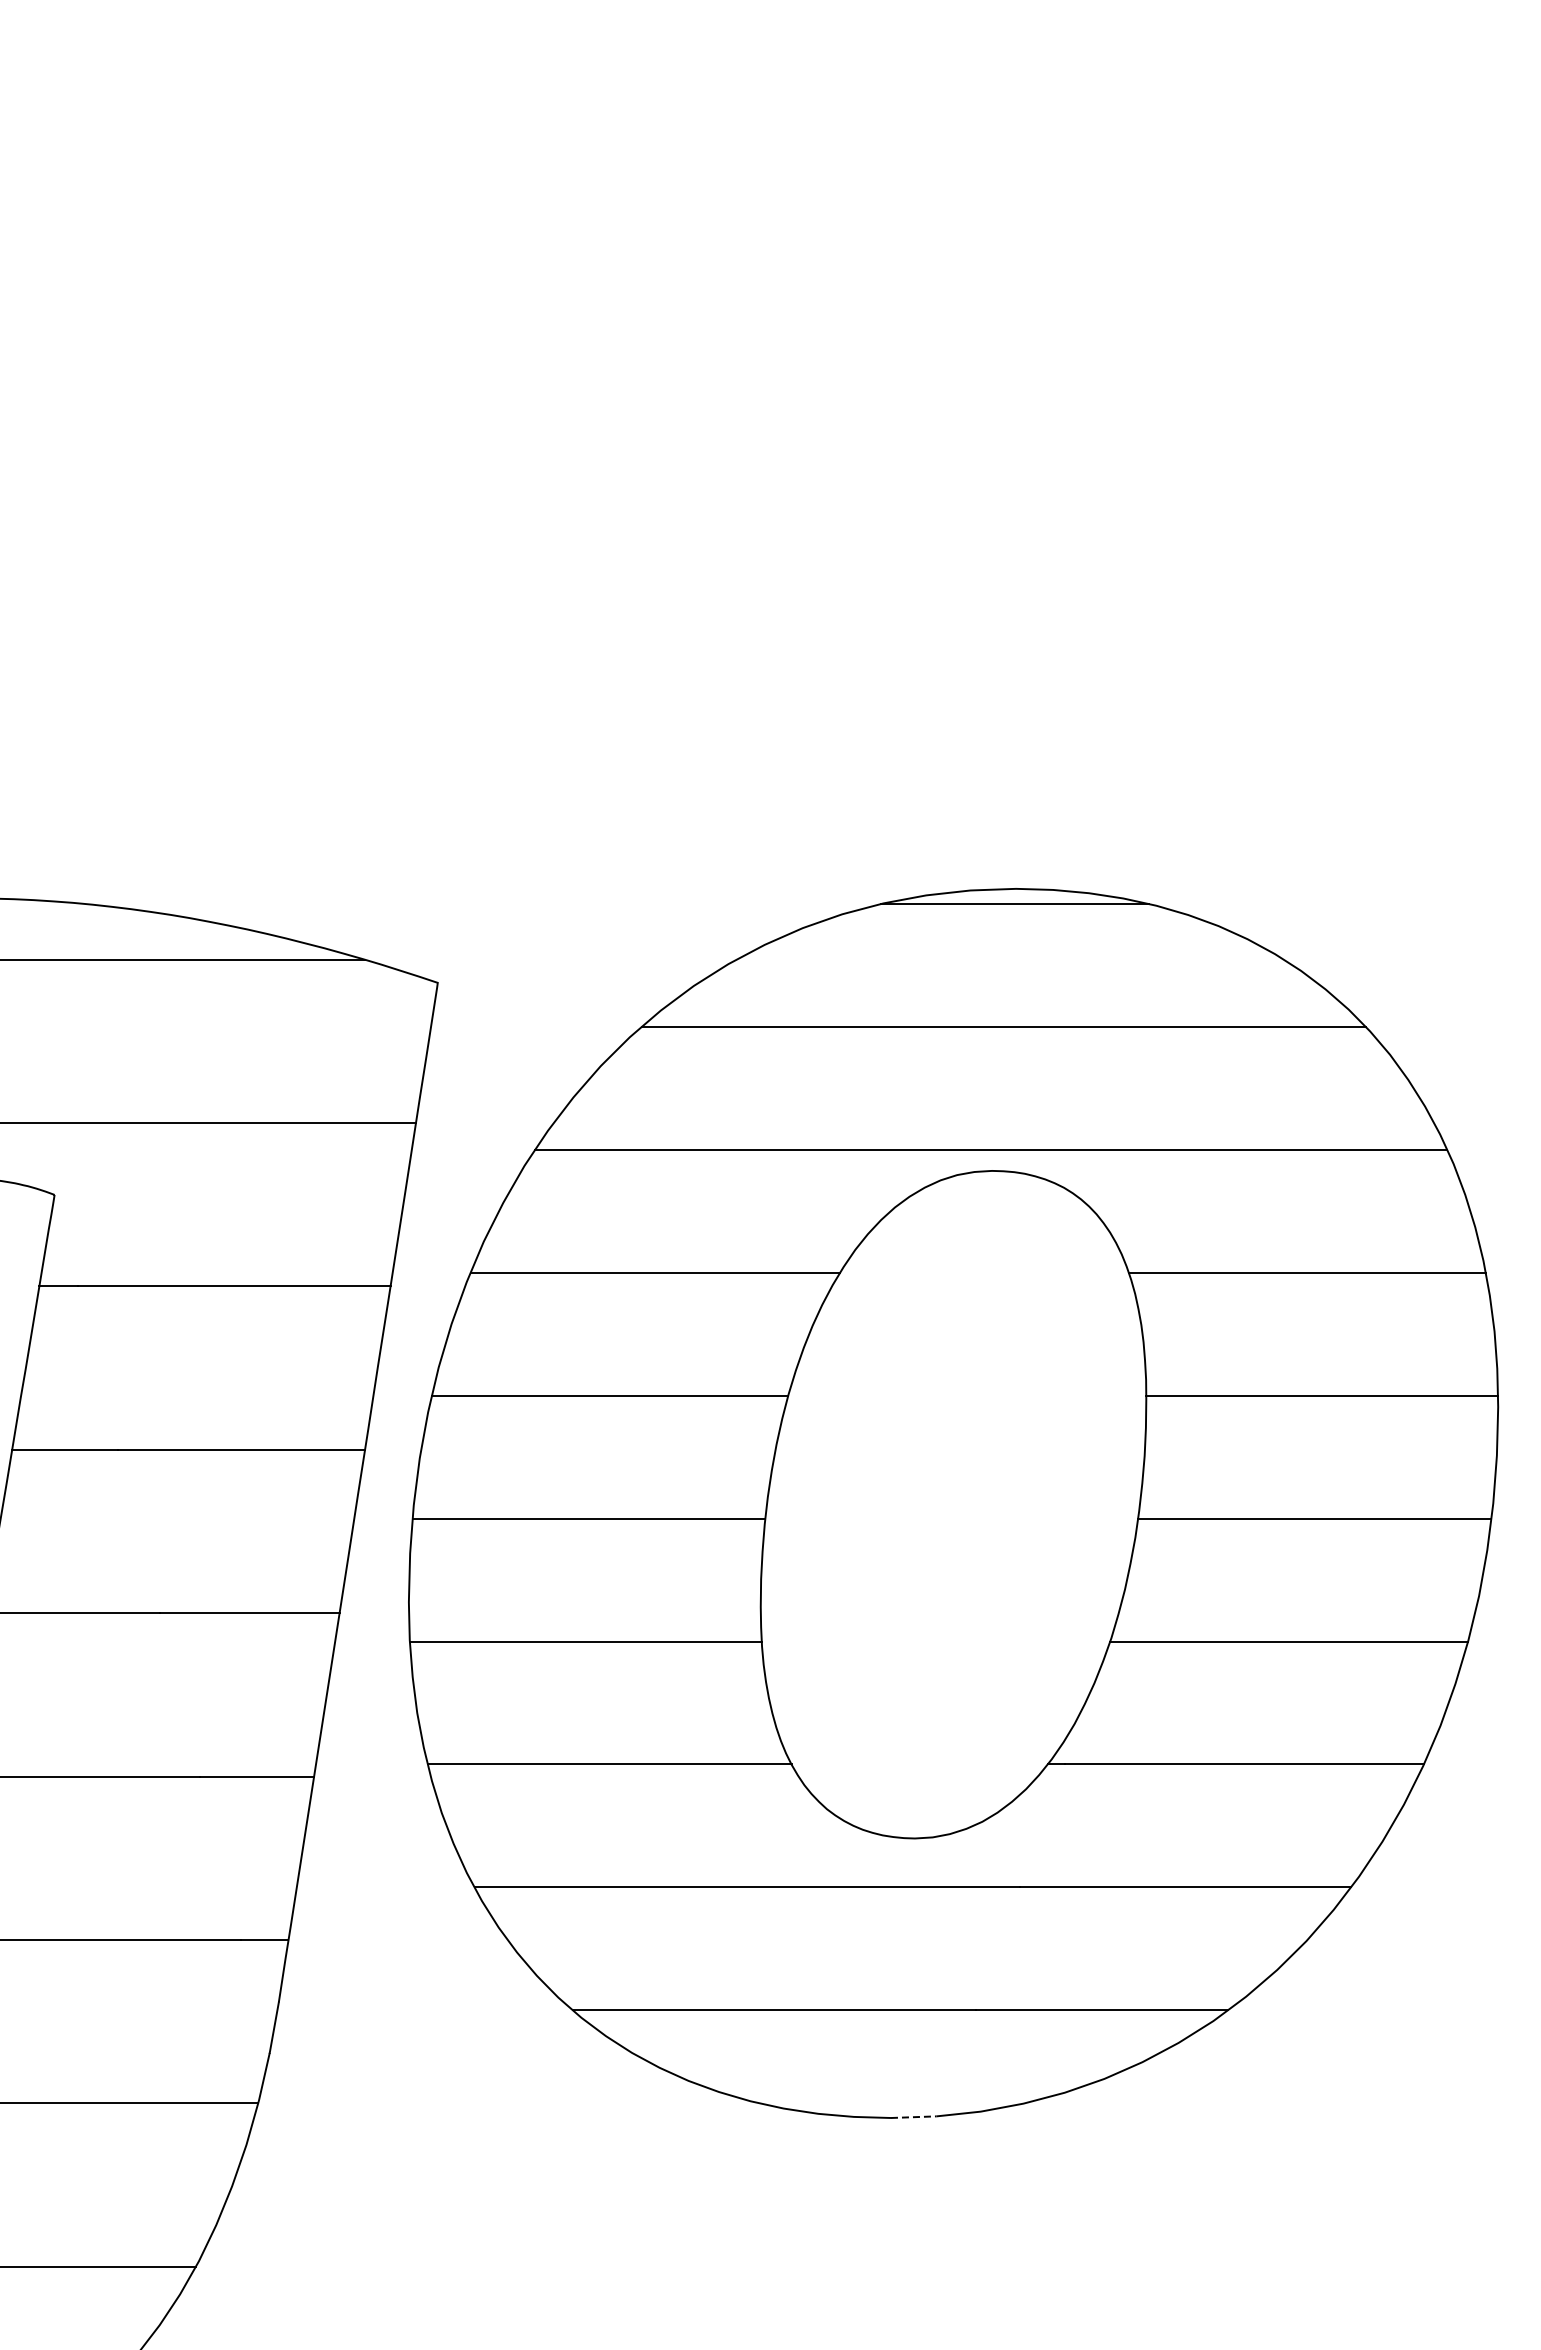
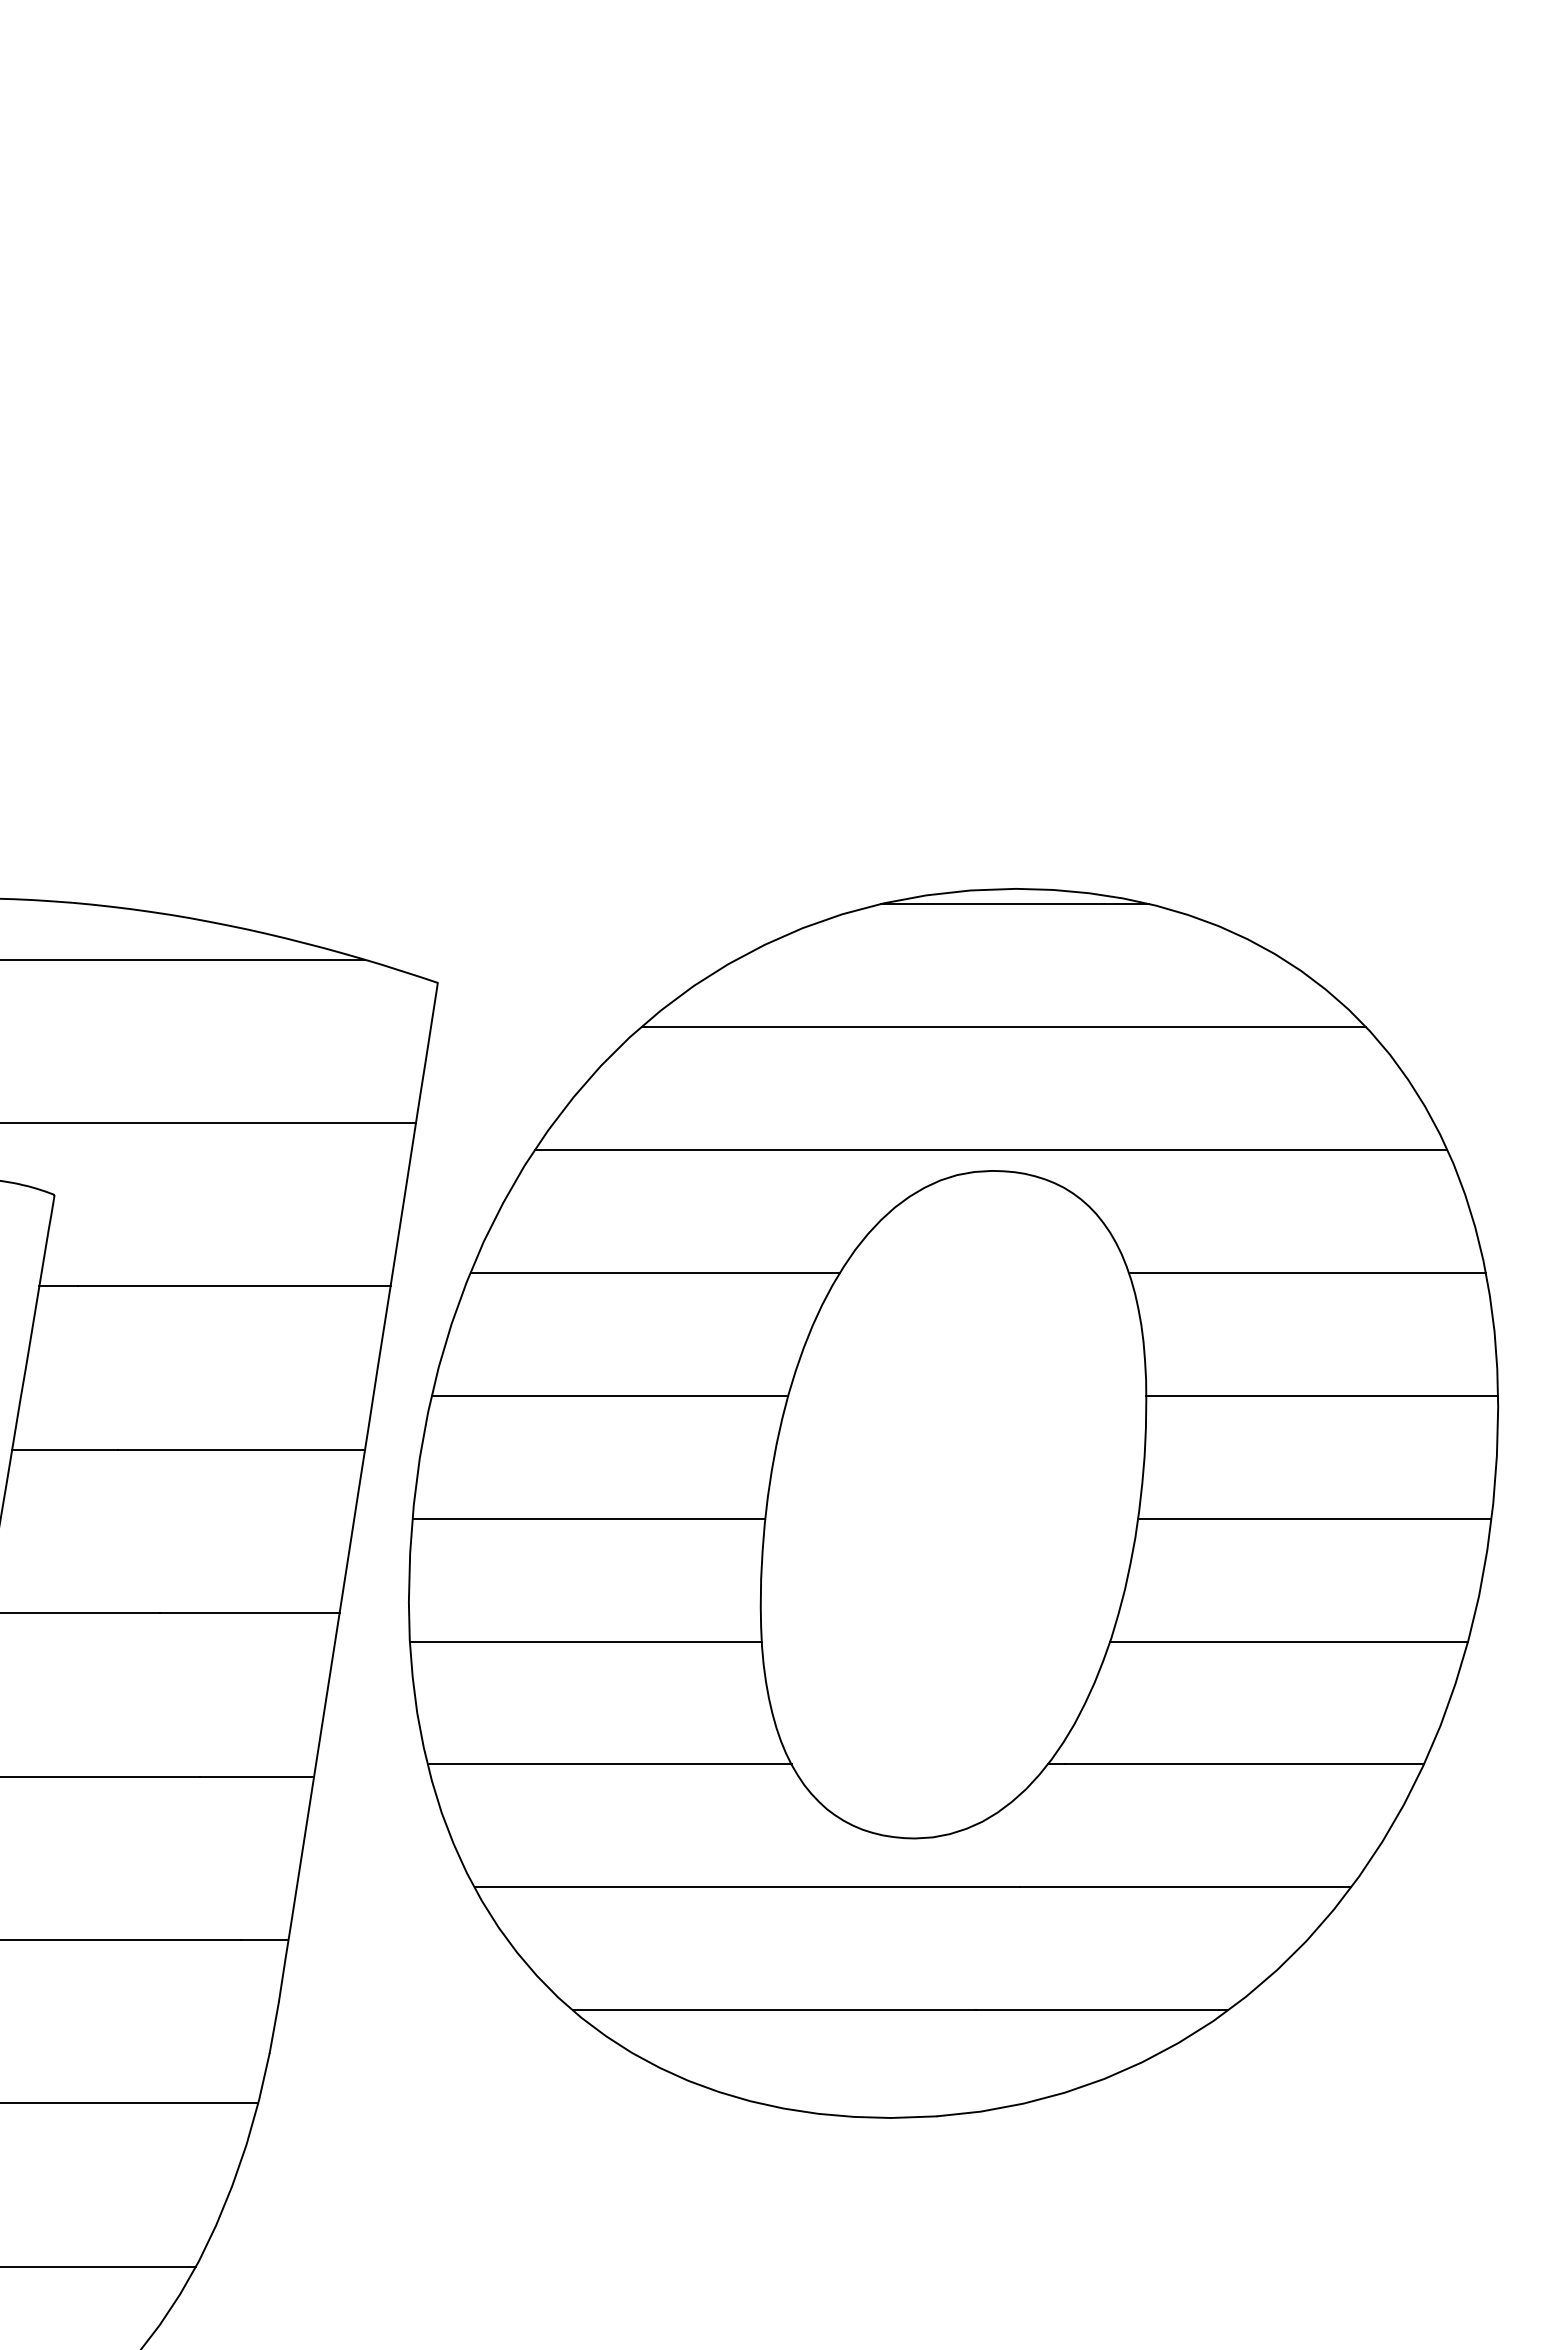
line at (913, 2117): dashed -> solid
